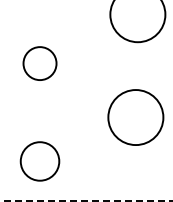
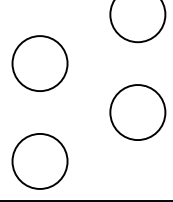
circle at (39, 63) diameter: 33 px -> 55 px
circle at (135, 117) position: (135, 117) -> (137, 112)
circle at (39, 161) diameter: 39 px -> 55 px
line at (86, 201): dashed -> solid
